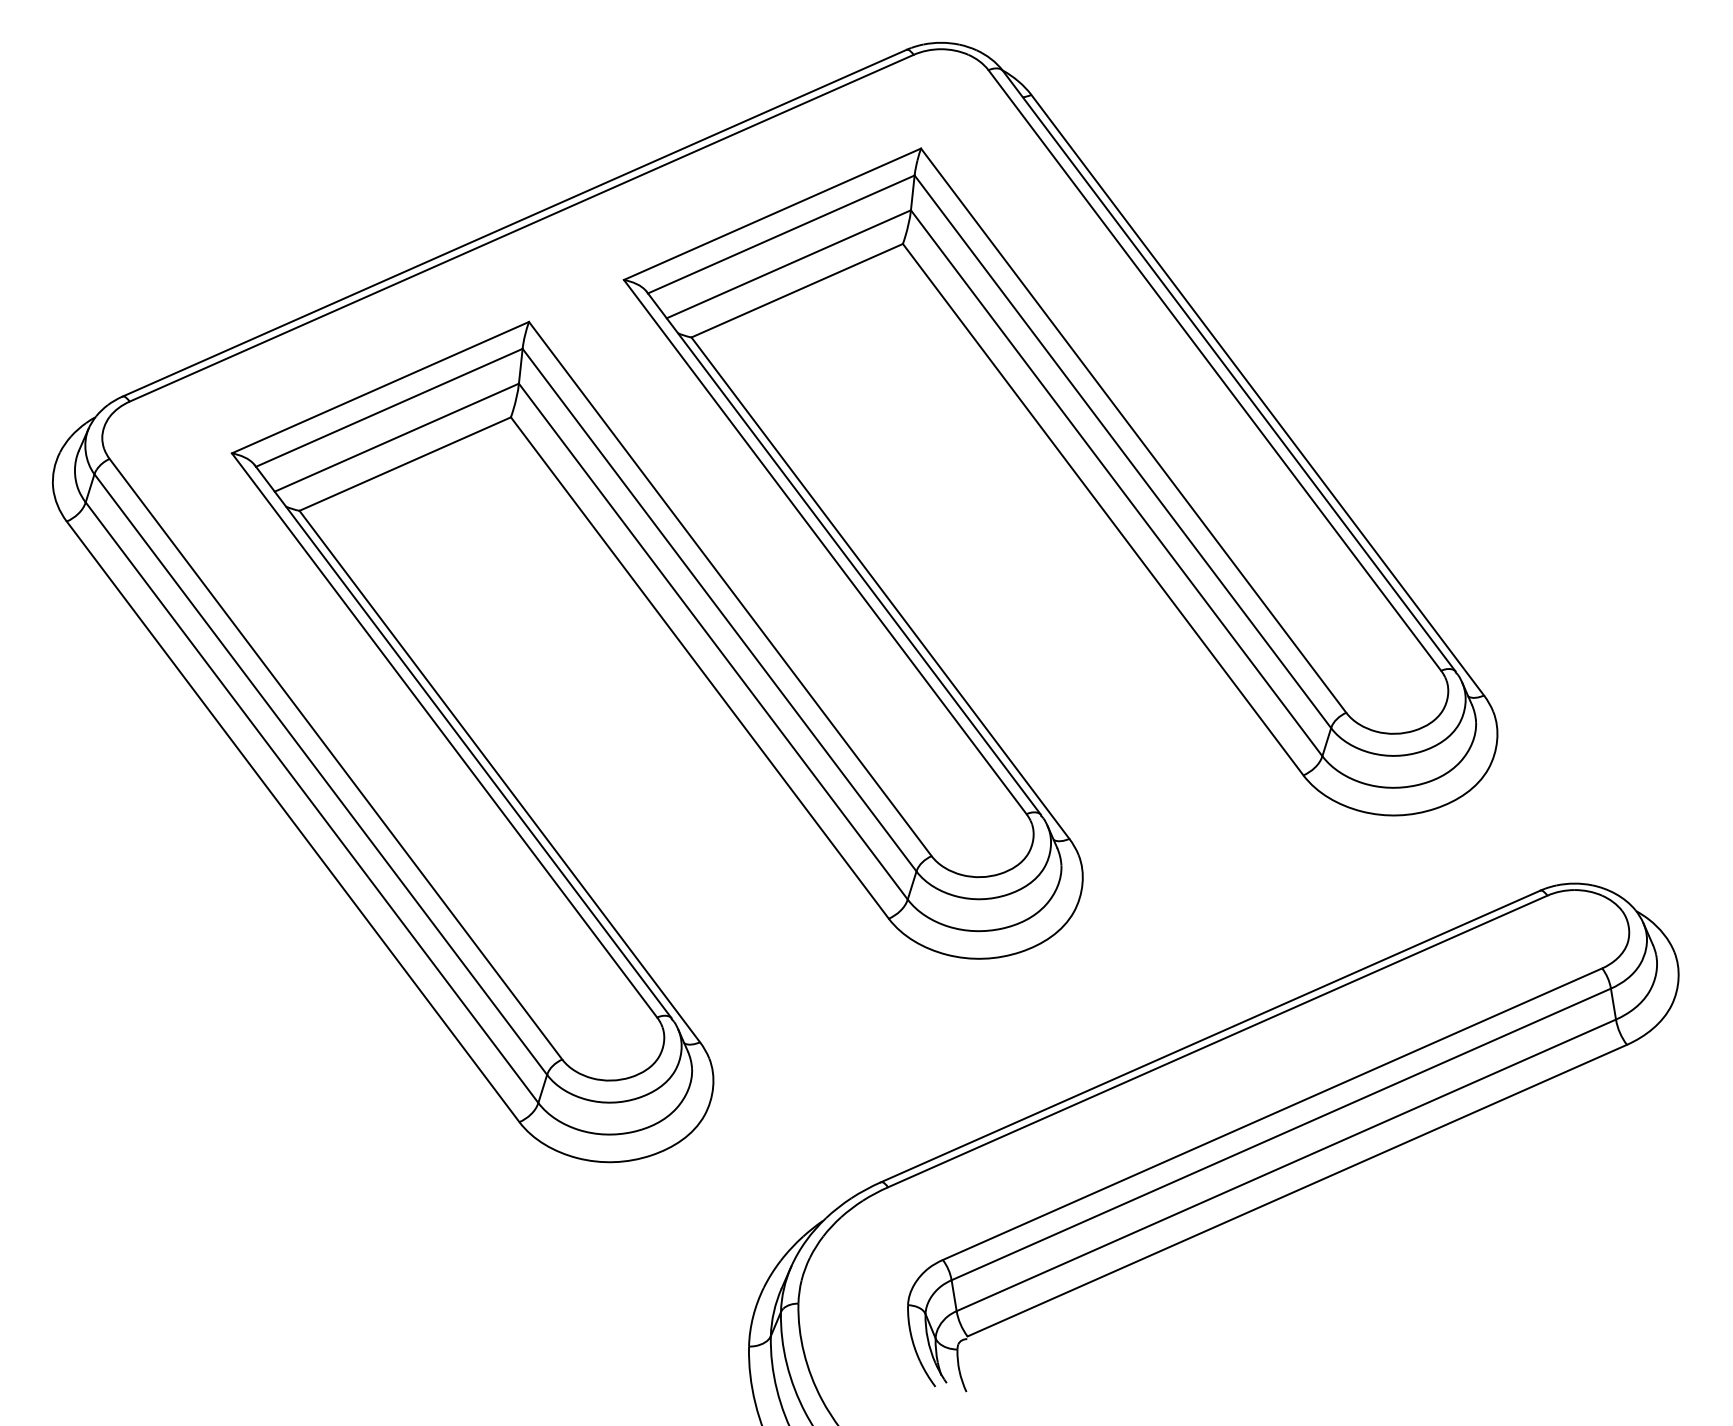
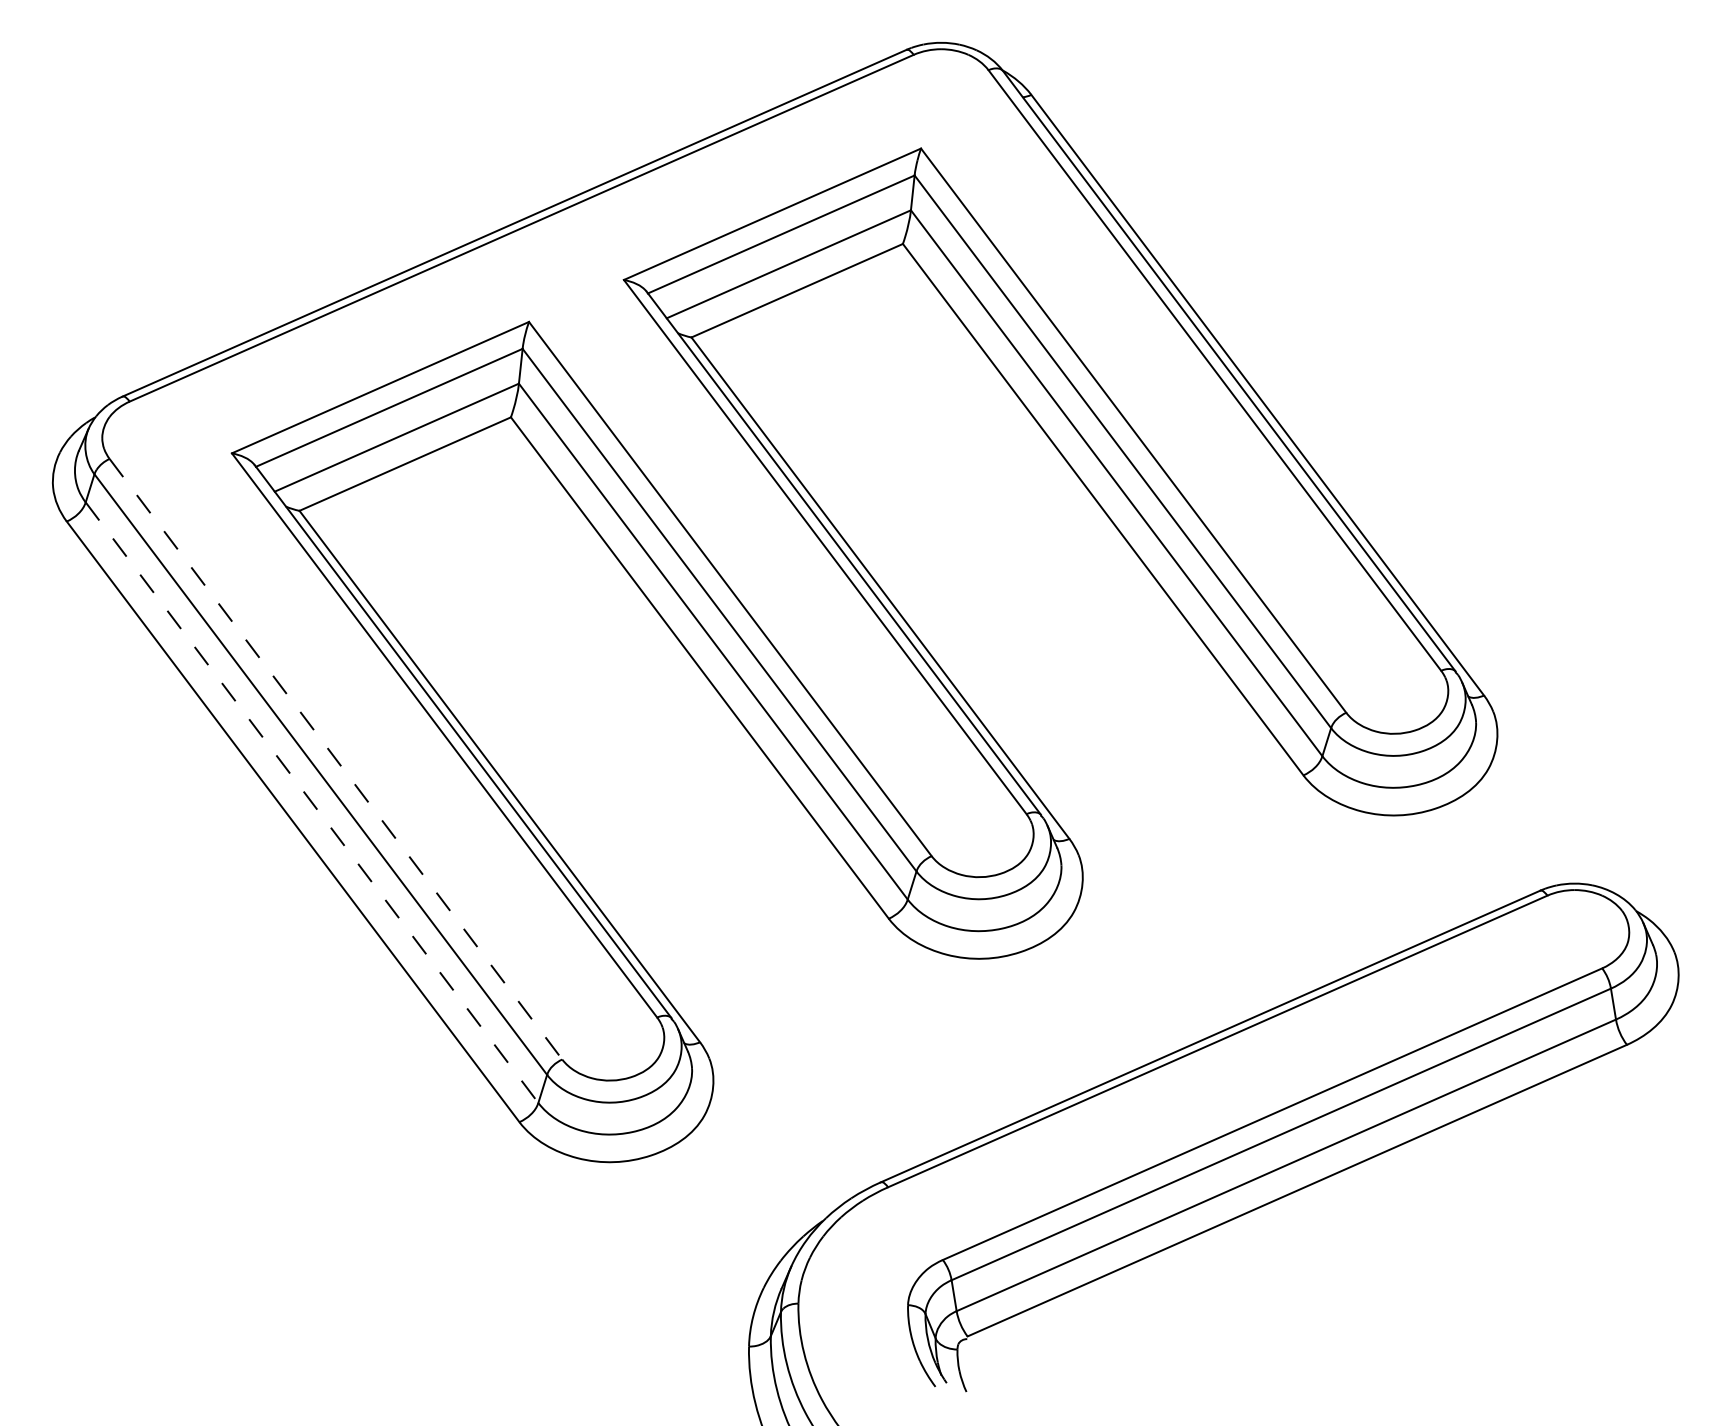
line at (336, 759): solid -> dashed
line at (312, 803): solid -> dashed
